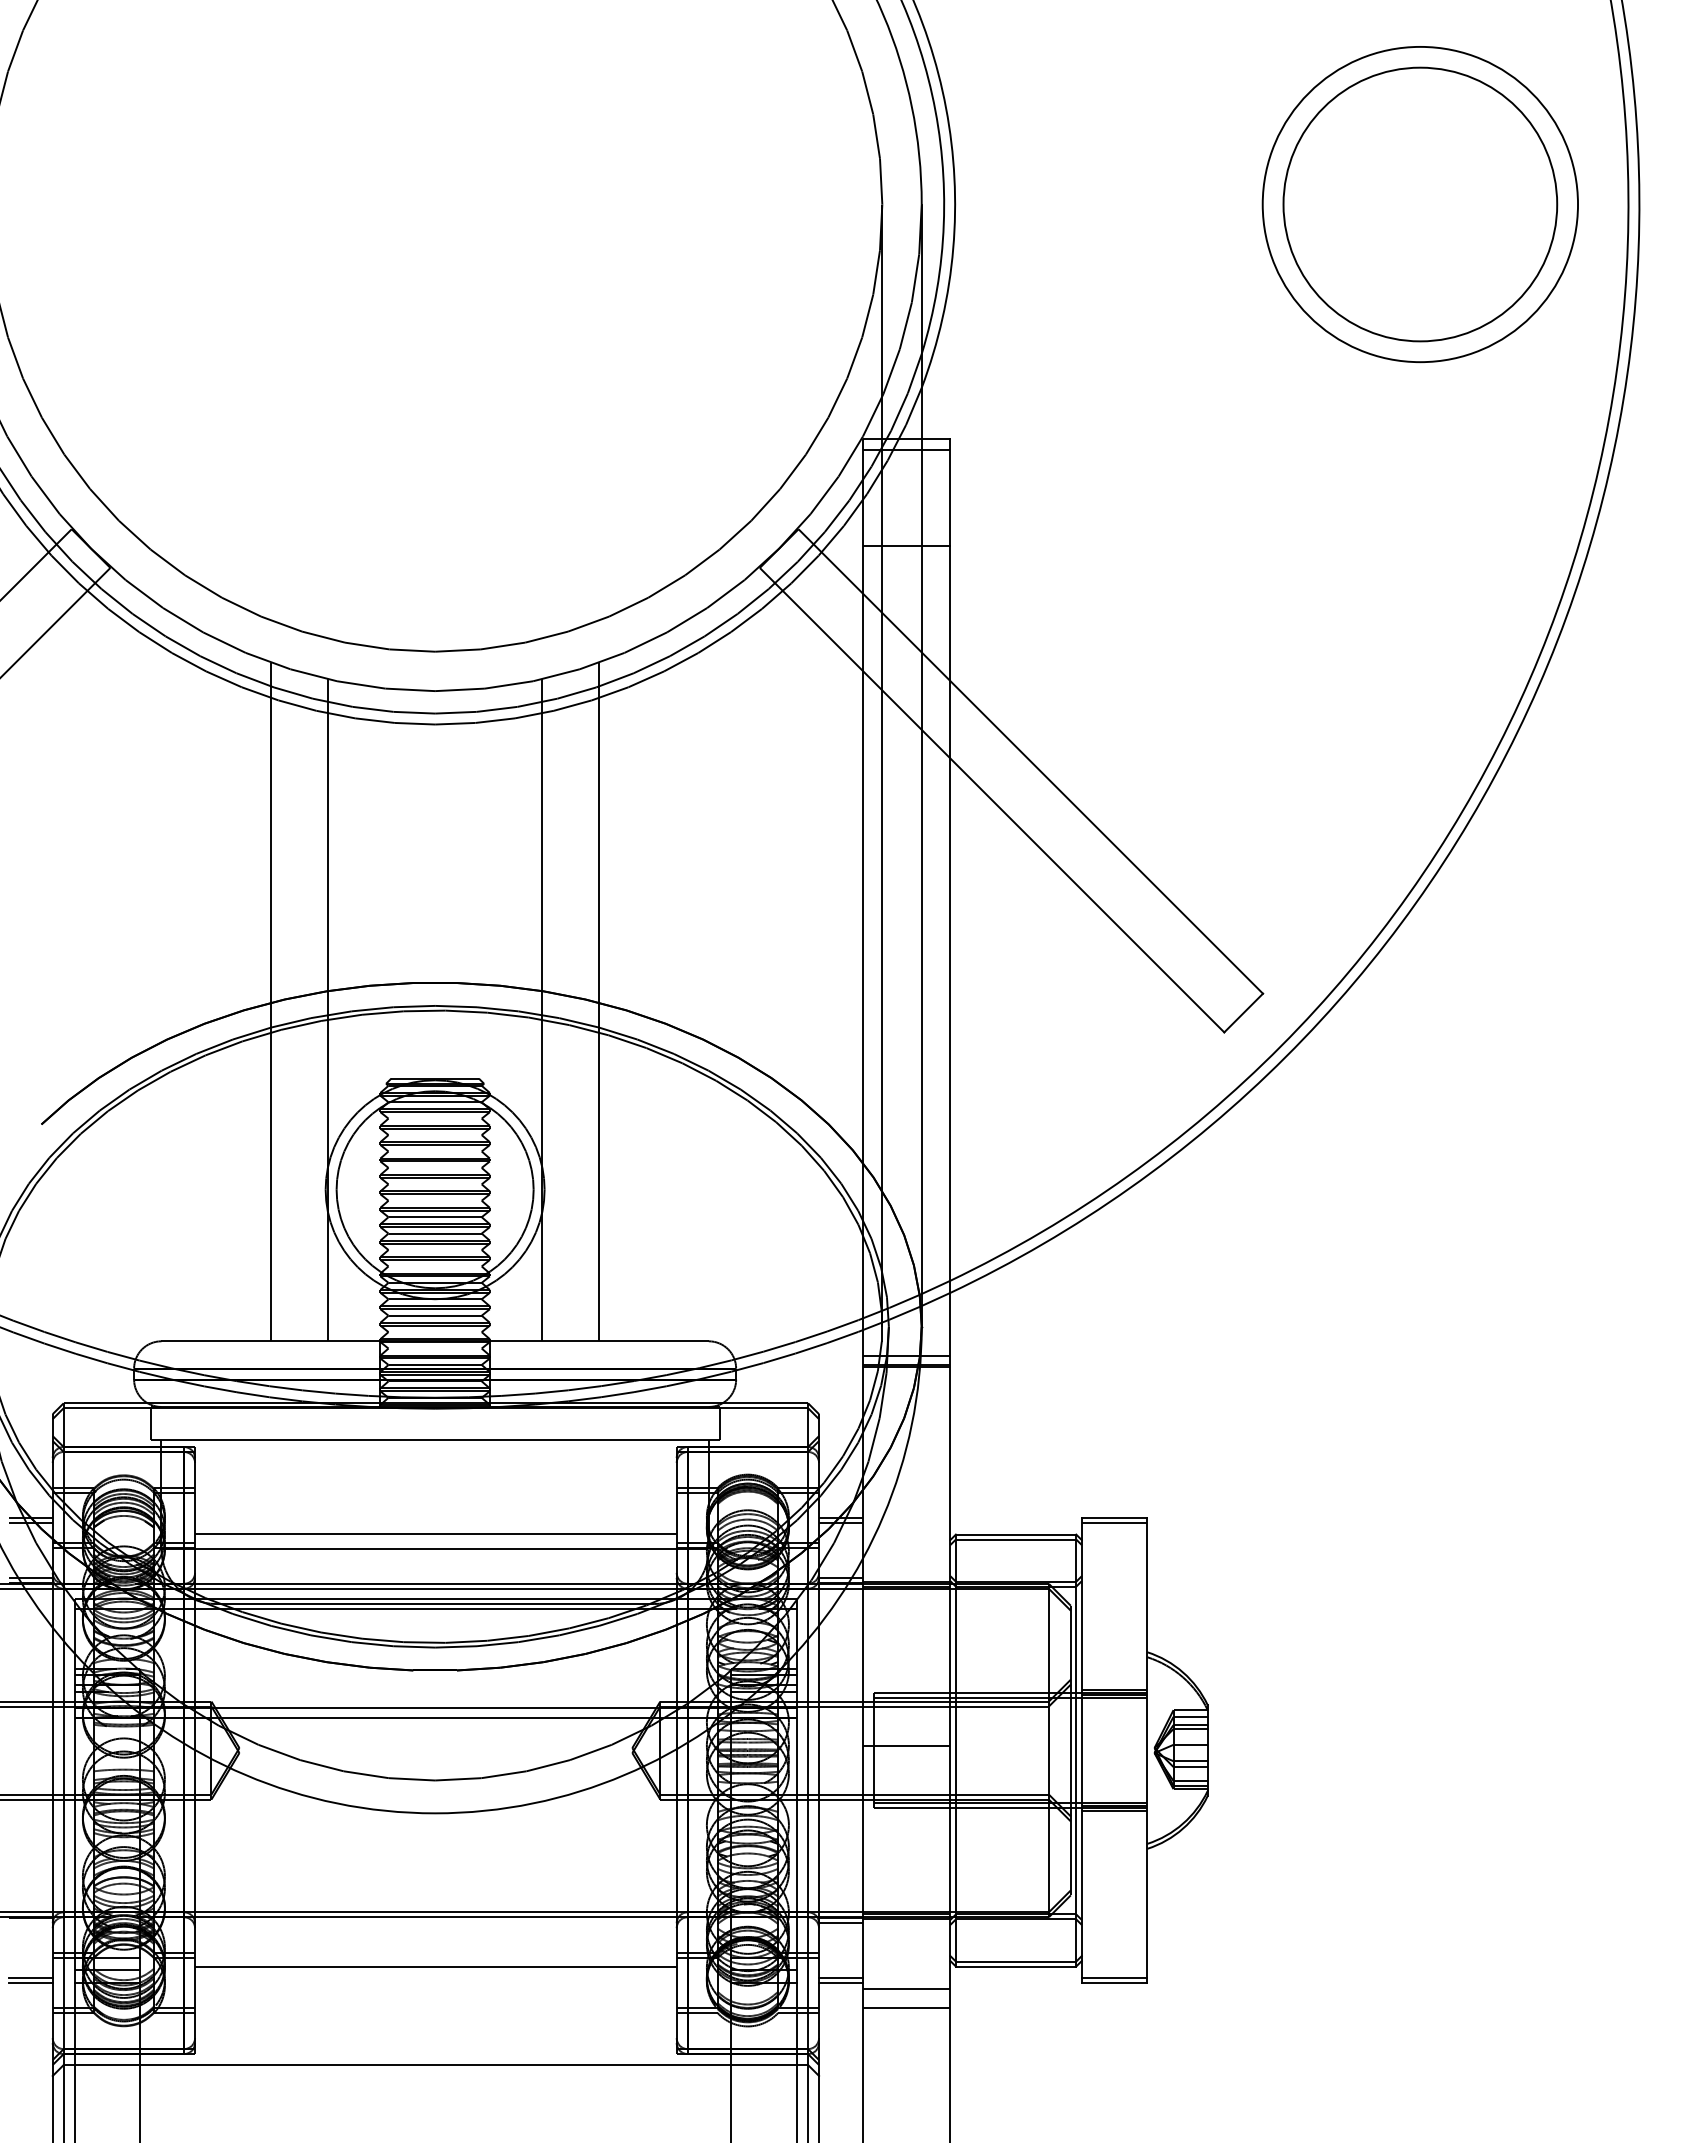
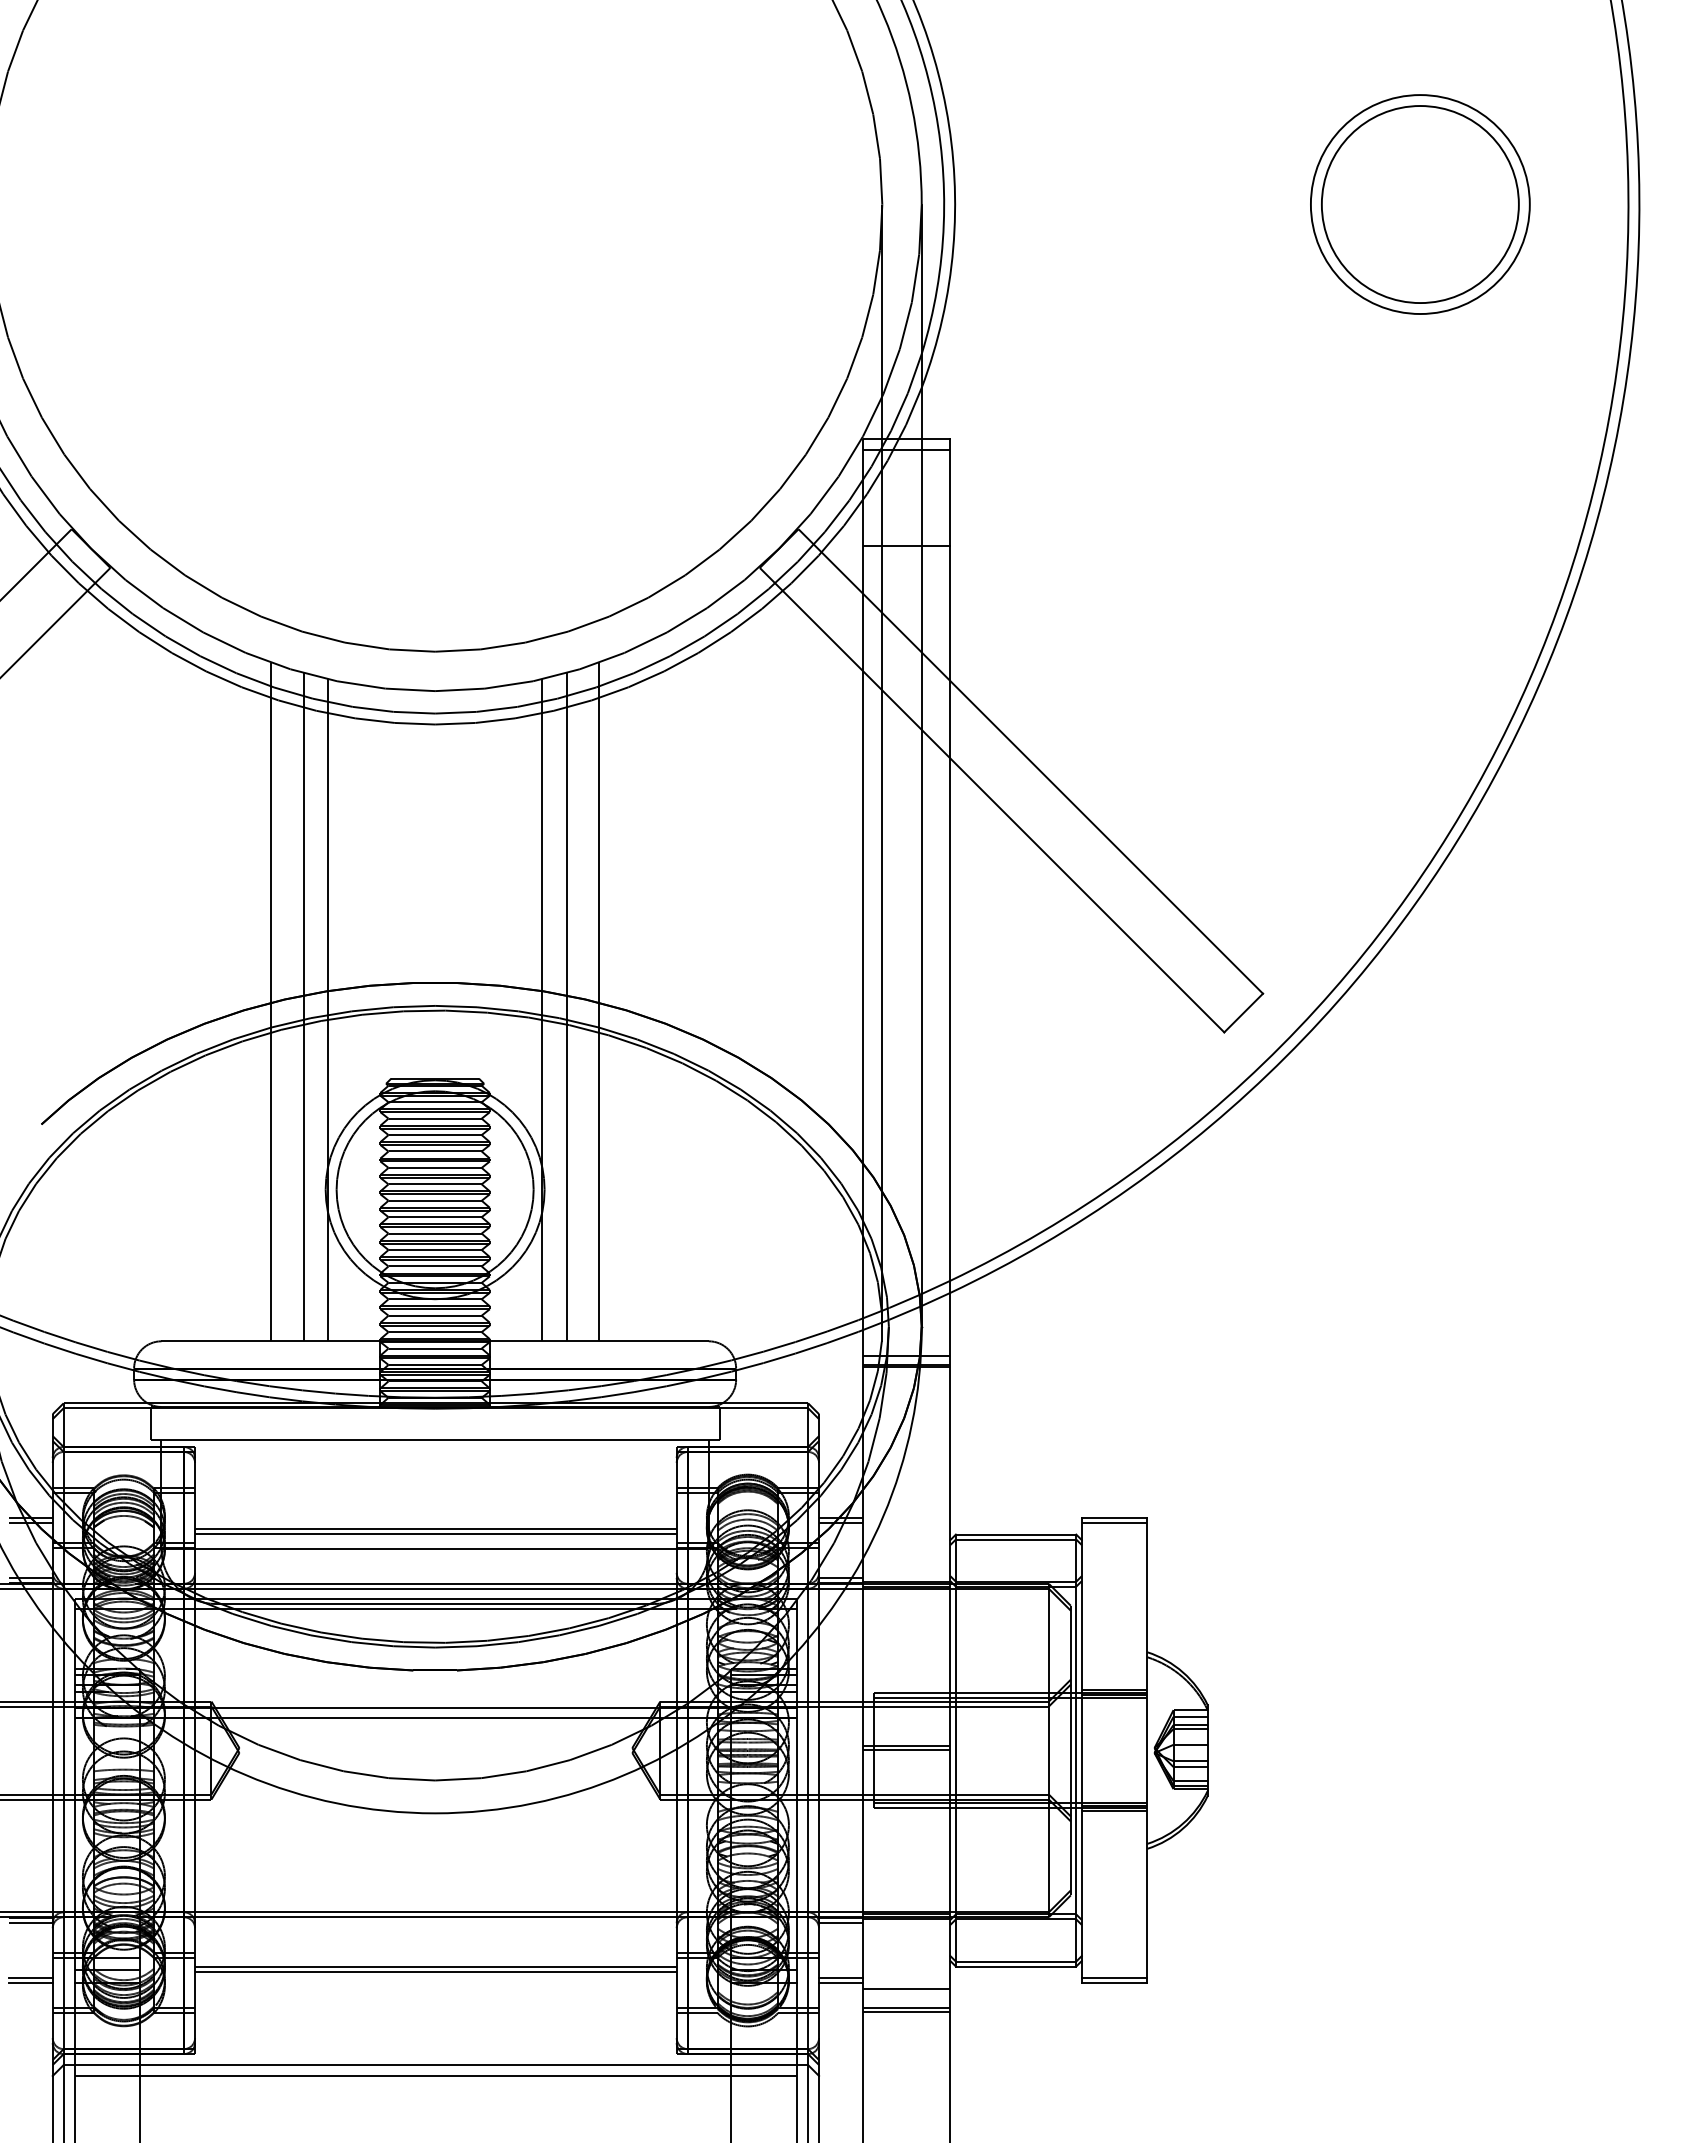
circle at (1420, 204) diameter: 274 px -> 219 px
circle at (1420, 204) diameter: 315 px -> 197 px
line at (303, 1007): none -> present
line at (566, 1007): none -> present
line at (434, 1118): none -> present
line at (434, 1135): none -> present
line at (434, 1151): none -> present
line at (434, 1167): none -> present
line at (434, 1184): none -> present
line at (434, 1200): none -> present
line at (434, 1250): none -> present
line at (434, 1266): none -> present
line at (434, 1332): none -> present
line at (434, 1348): none -> present
line at (435, 1529): none -> present
line at (906, 1750): none -> present
line at (30, 1922): none -> present
line at (435, 1971): none -> present
line at (906, 2011): none -> present
line at (435, 2075): none -> present
